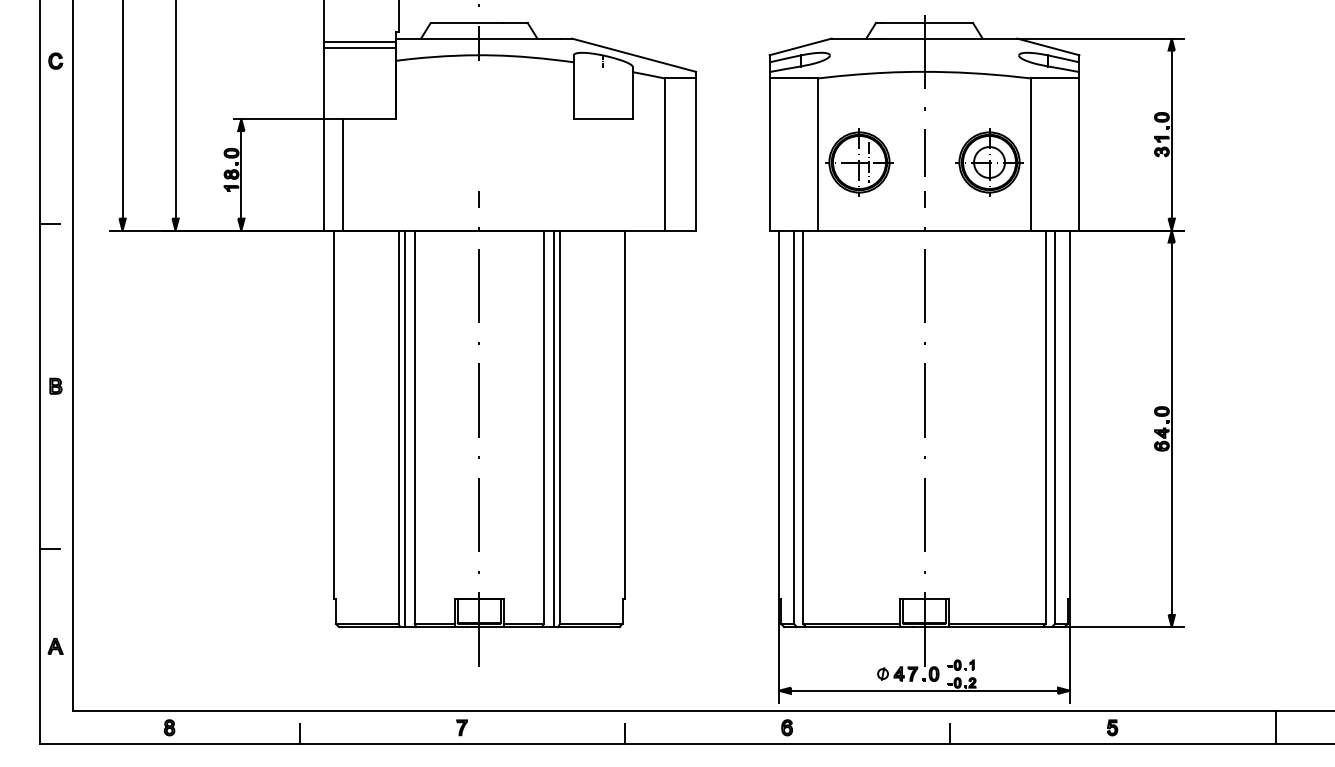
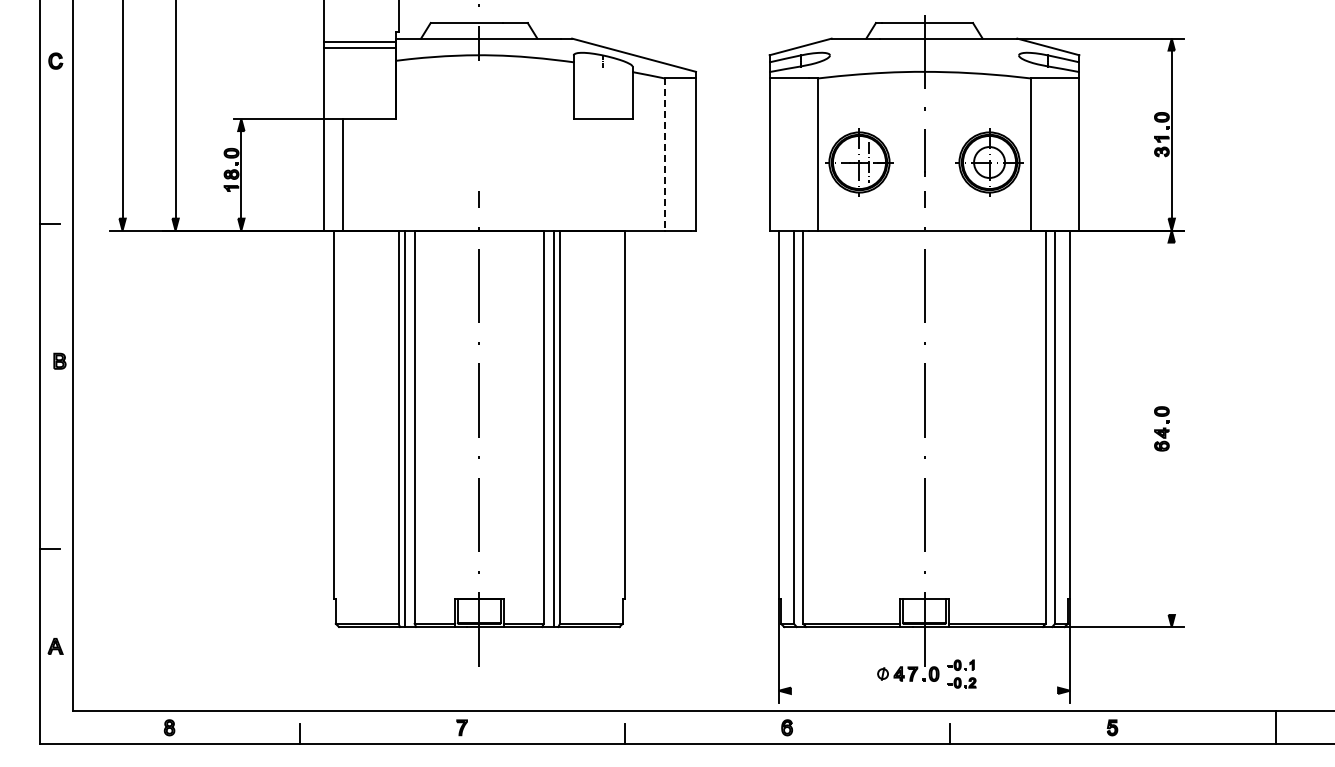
line at (664, 155): solid -> dashed
part at (55, 385) position: (55, 385) -> (59, 360)
line at (1171, 428): present -> none
line at (924, 690): present -> none
